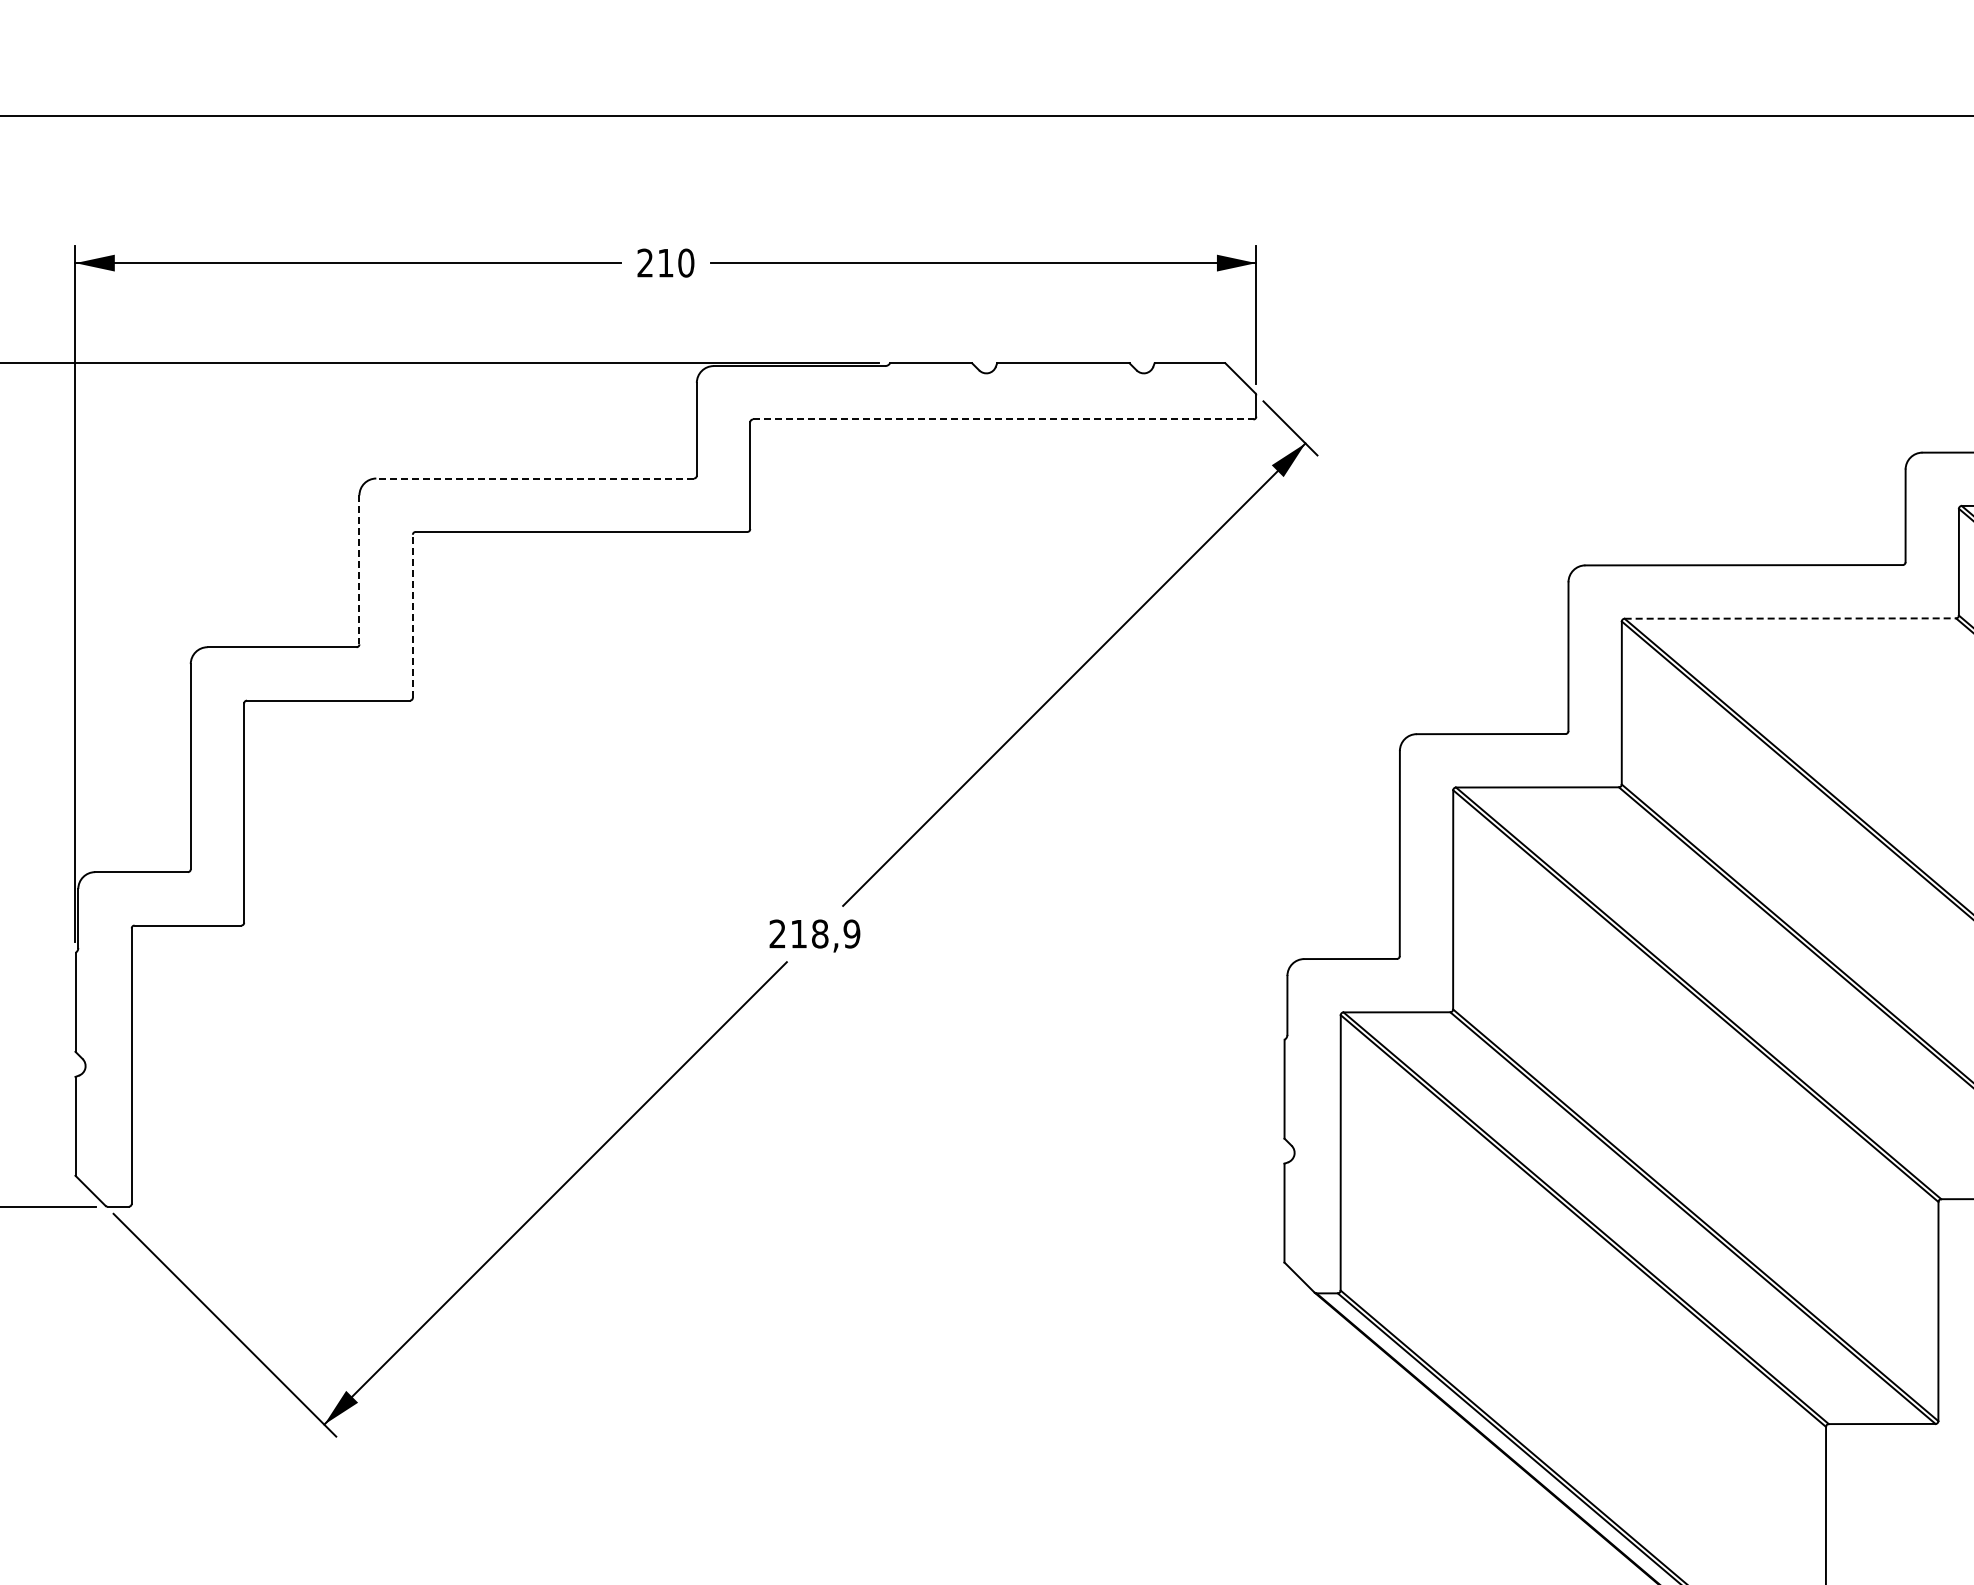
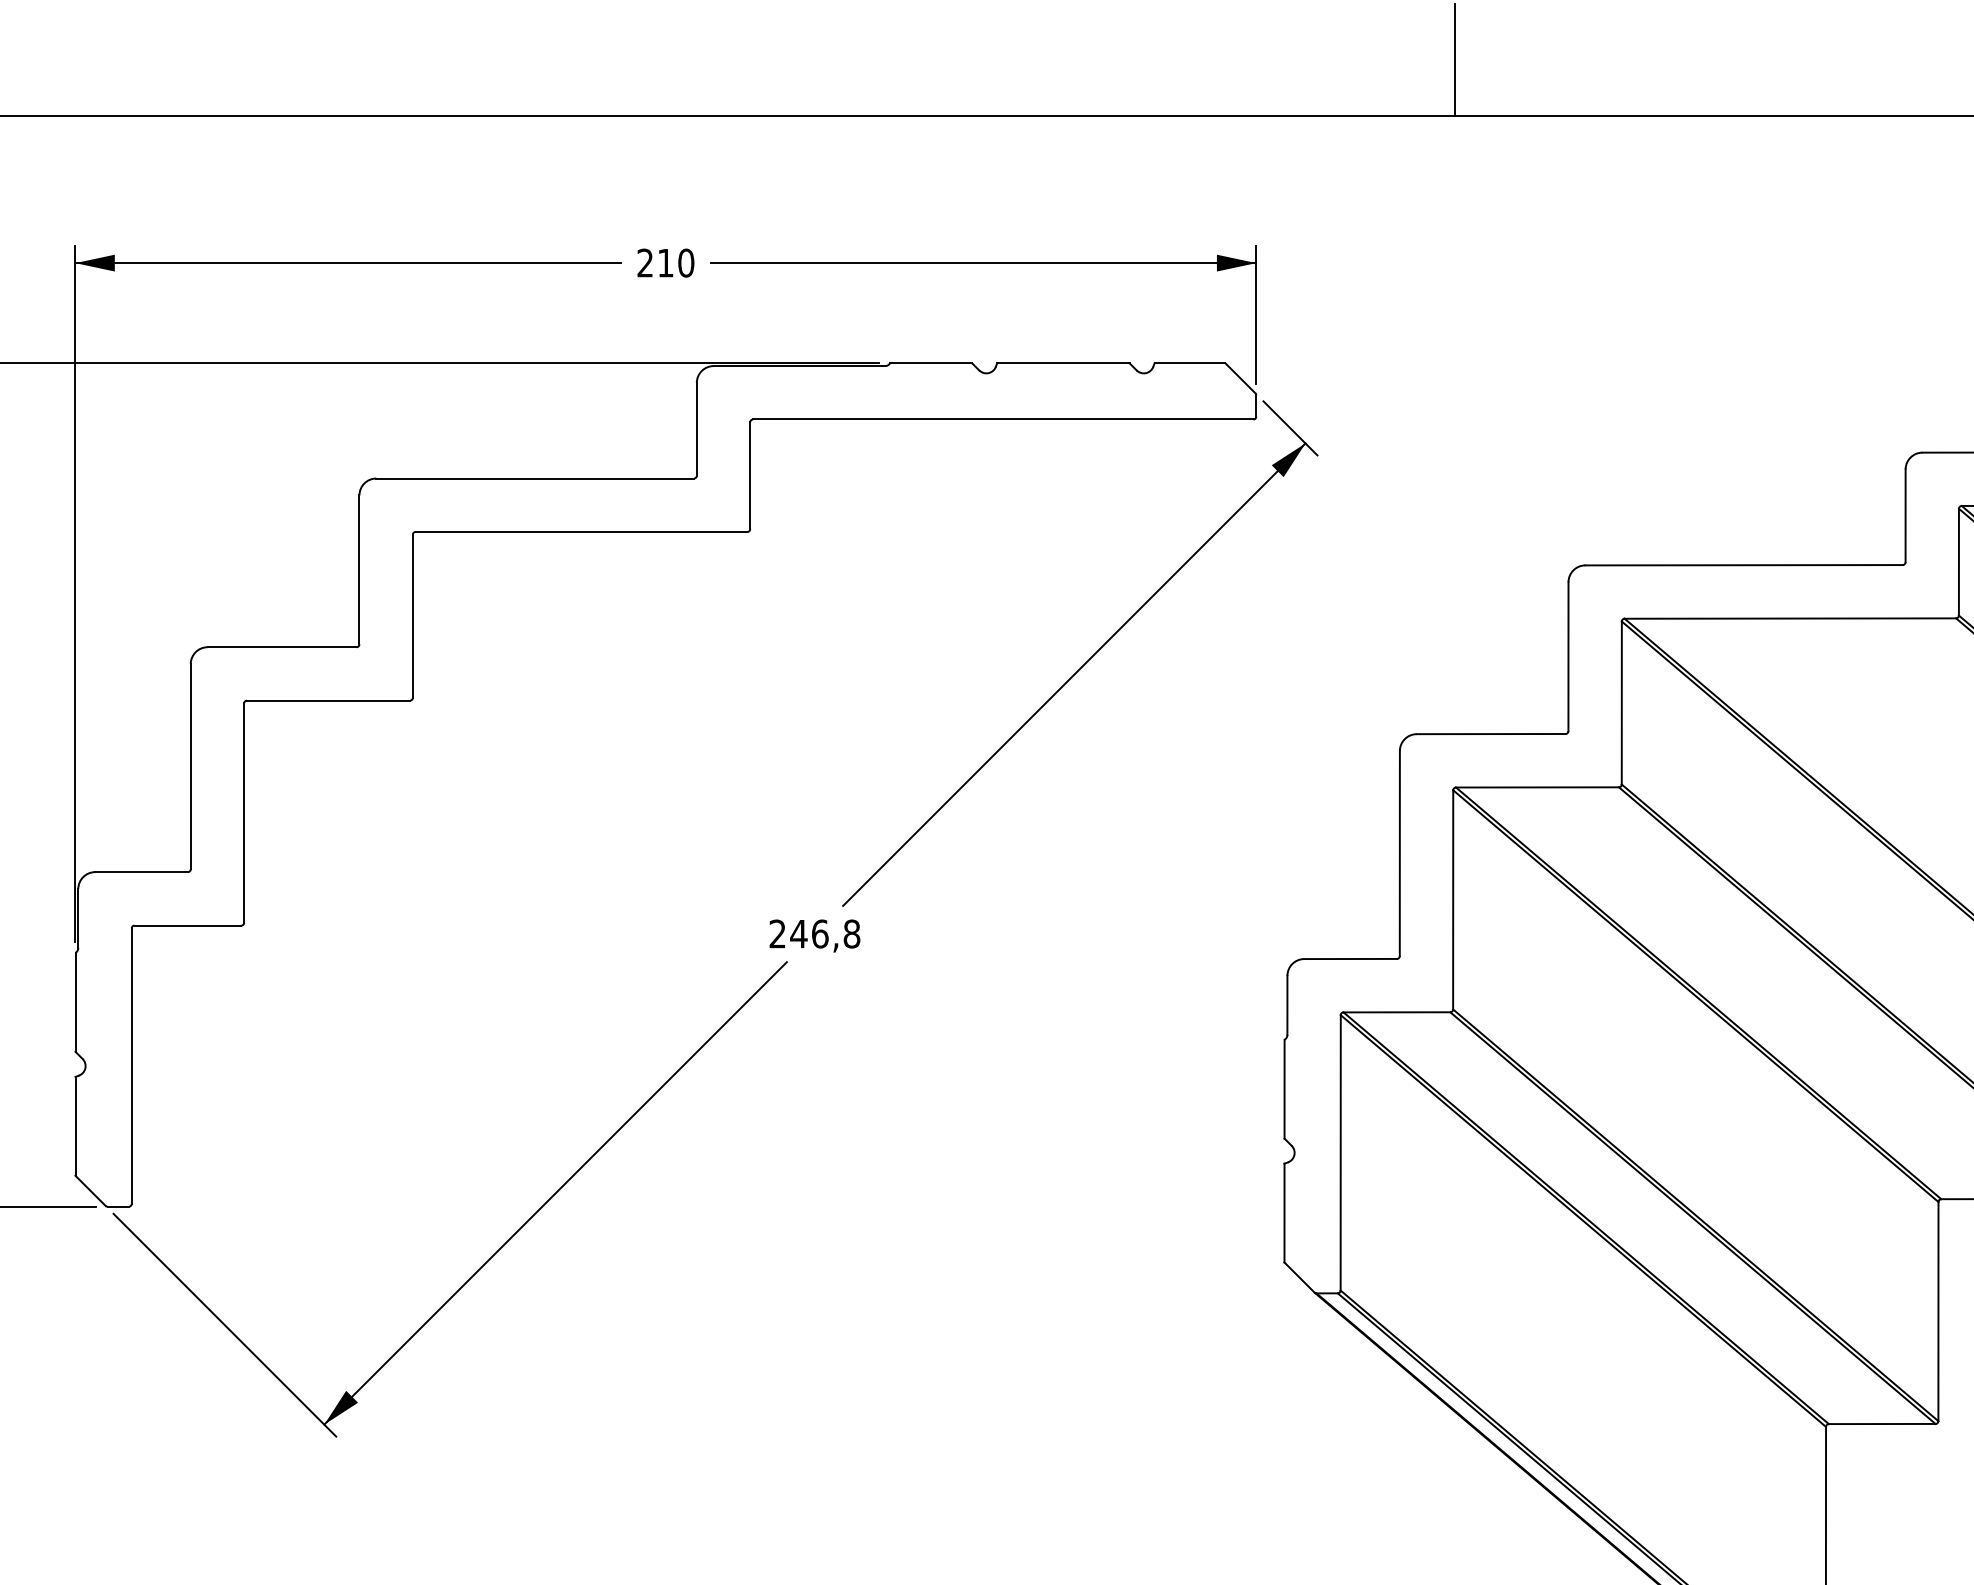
line at (1454, 59): none -> present
line at (1003, 419): dashed -> solid
line at (535, 478): dashed -> solid
line at (359, 569): dashed -> solid
line at (412, 616): dashed -> solid
line at (1790, 618): dashed -> solid
text at (825, 933): 218,9 -> 246,8
